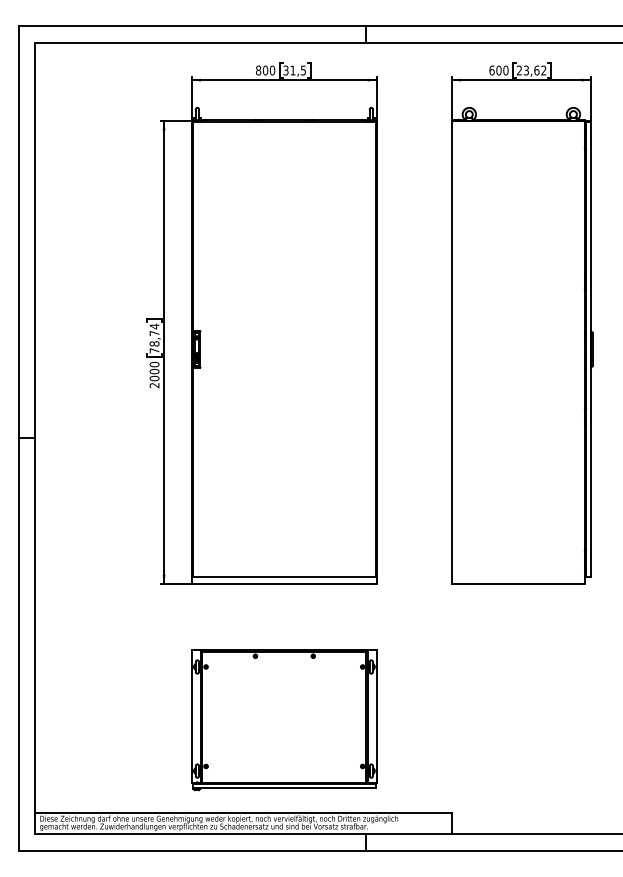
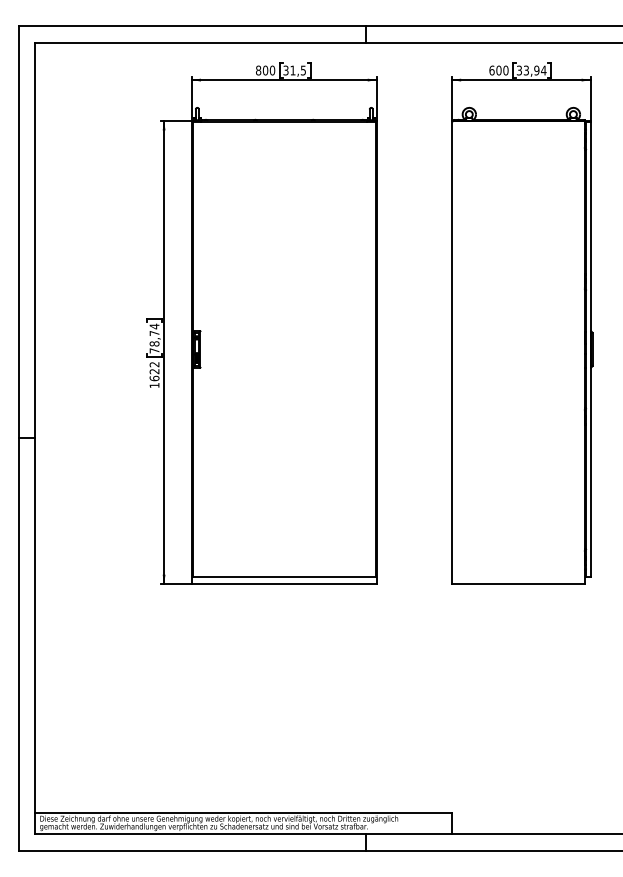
text at (531, 70): 23,62 -> 33,94
text at (154, 374): 2000 -> 1622
part at (284, 720): present -> none
